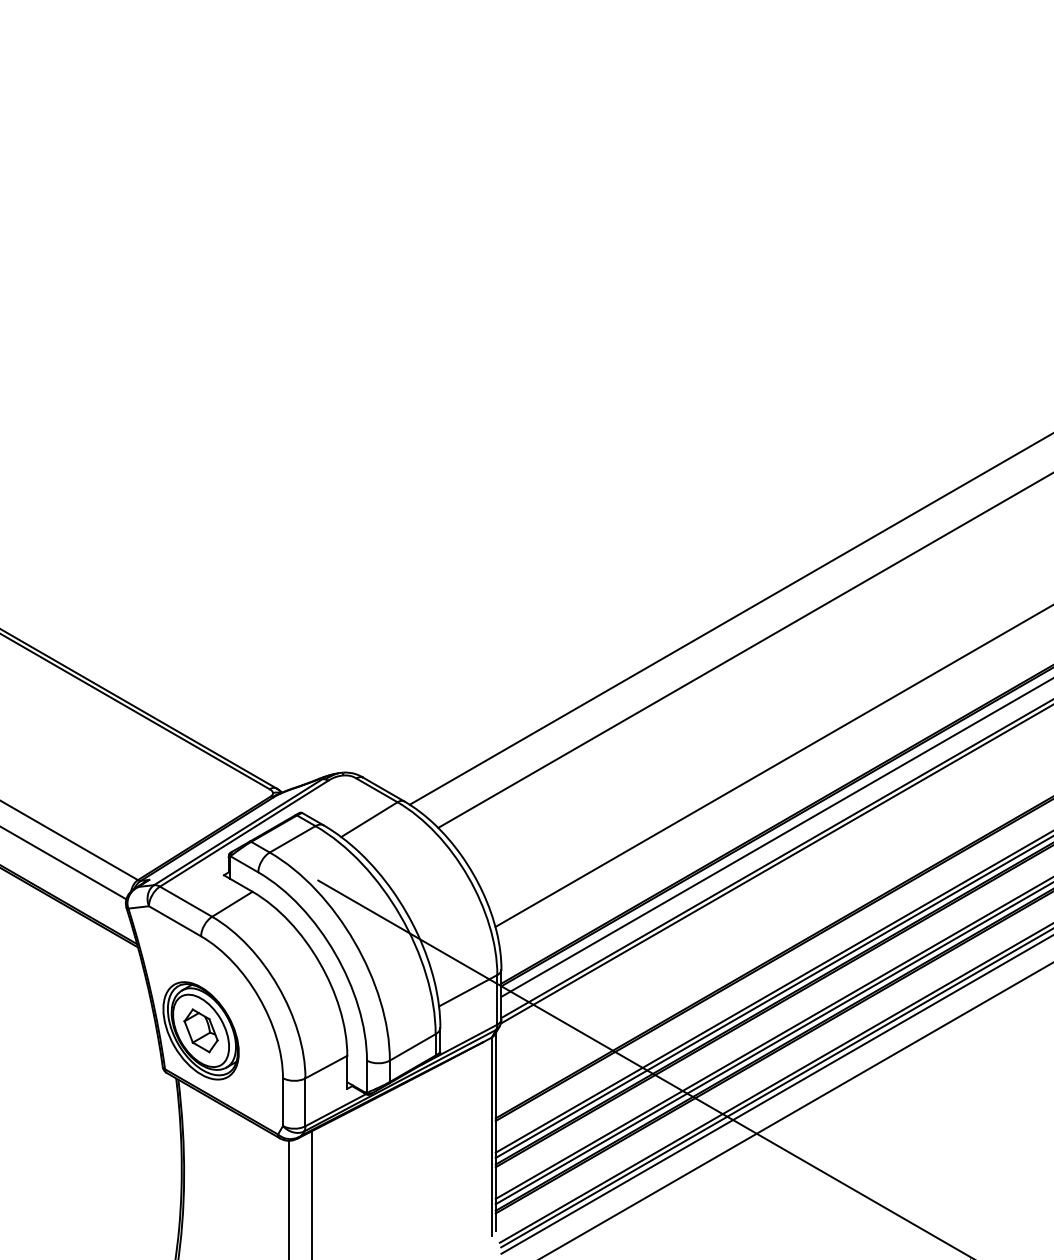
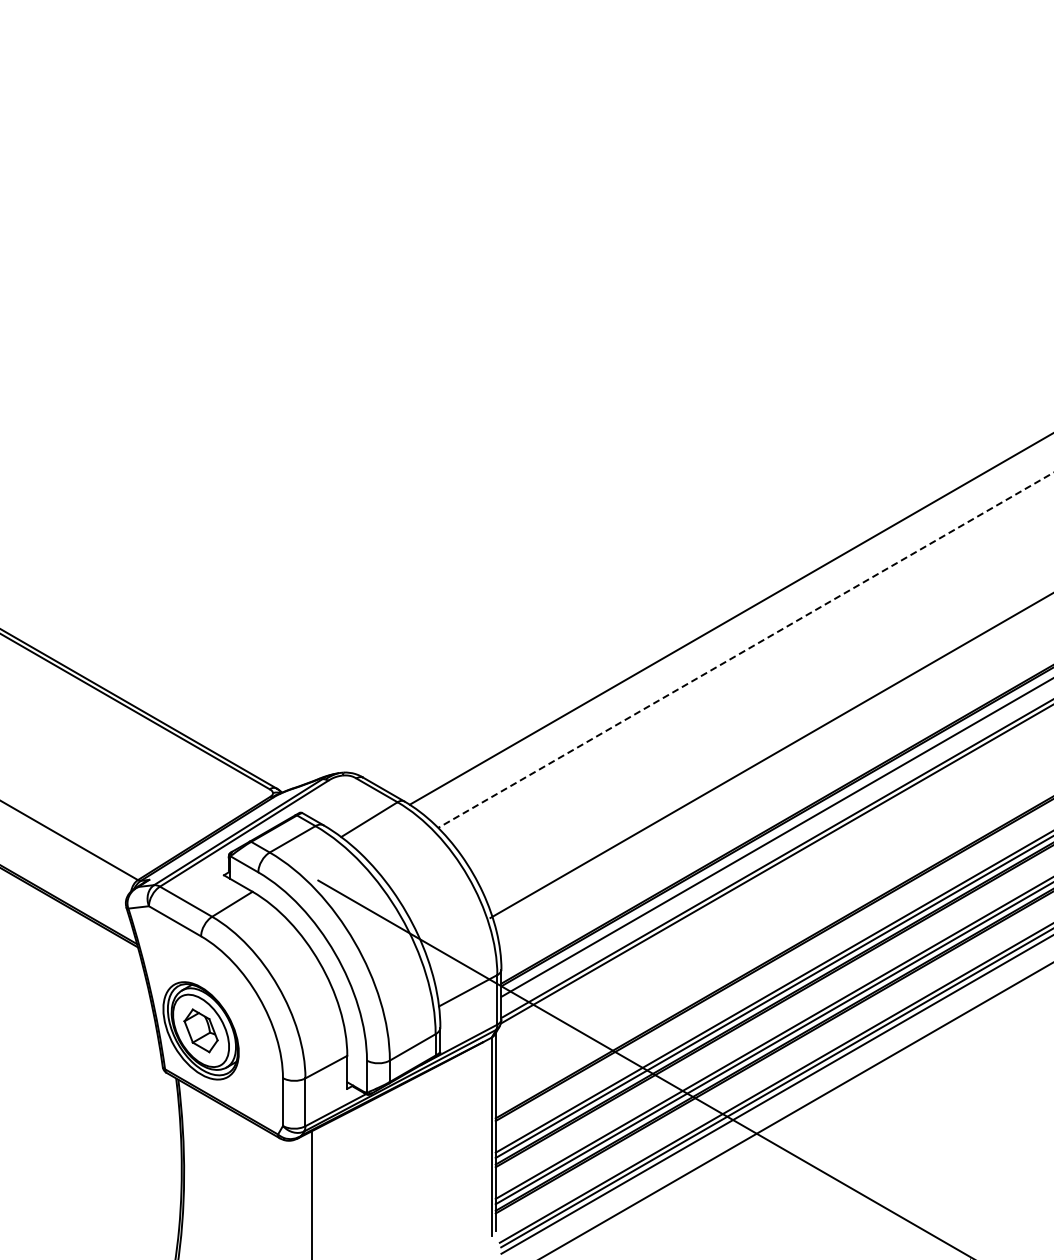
line at (745, 650): solid -> dashed
line at (772, 766) position: (772, 766) -> (770, 755)
line at (64, 863): present -> none
line at (289, 1198): present -> none
